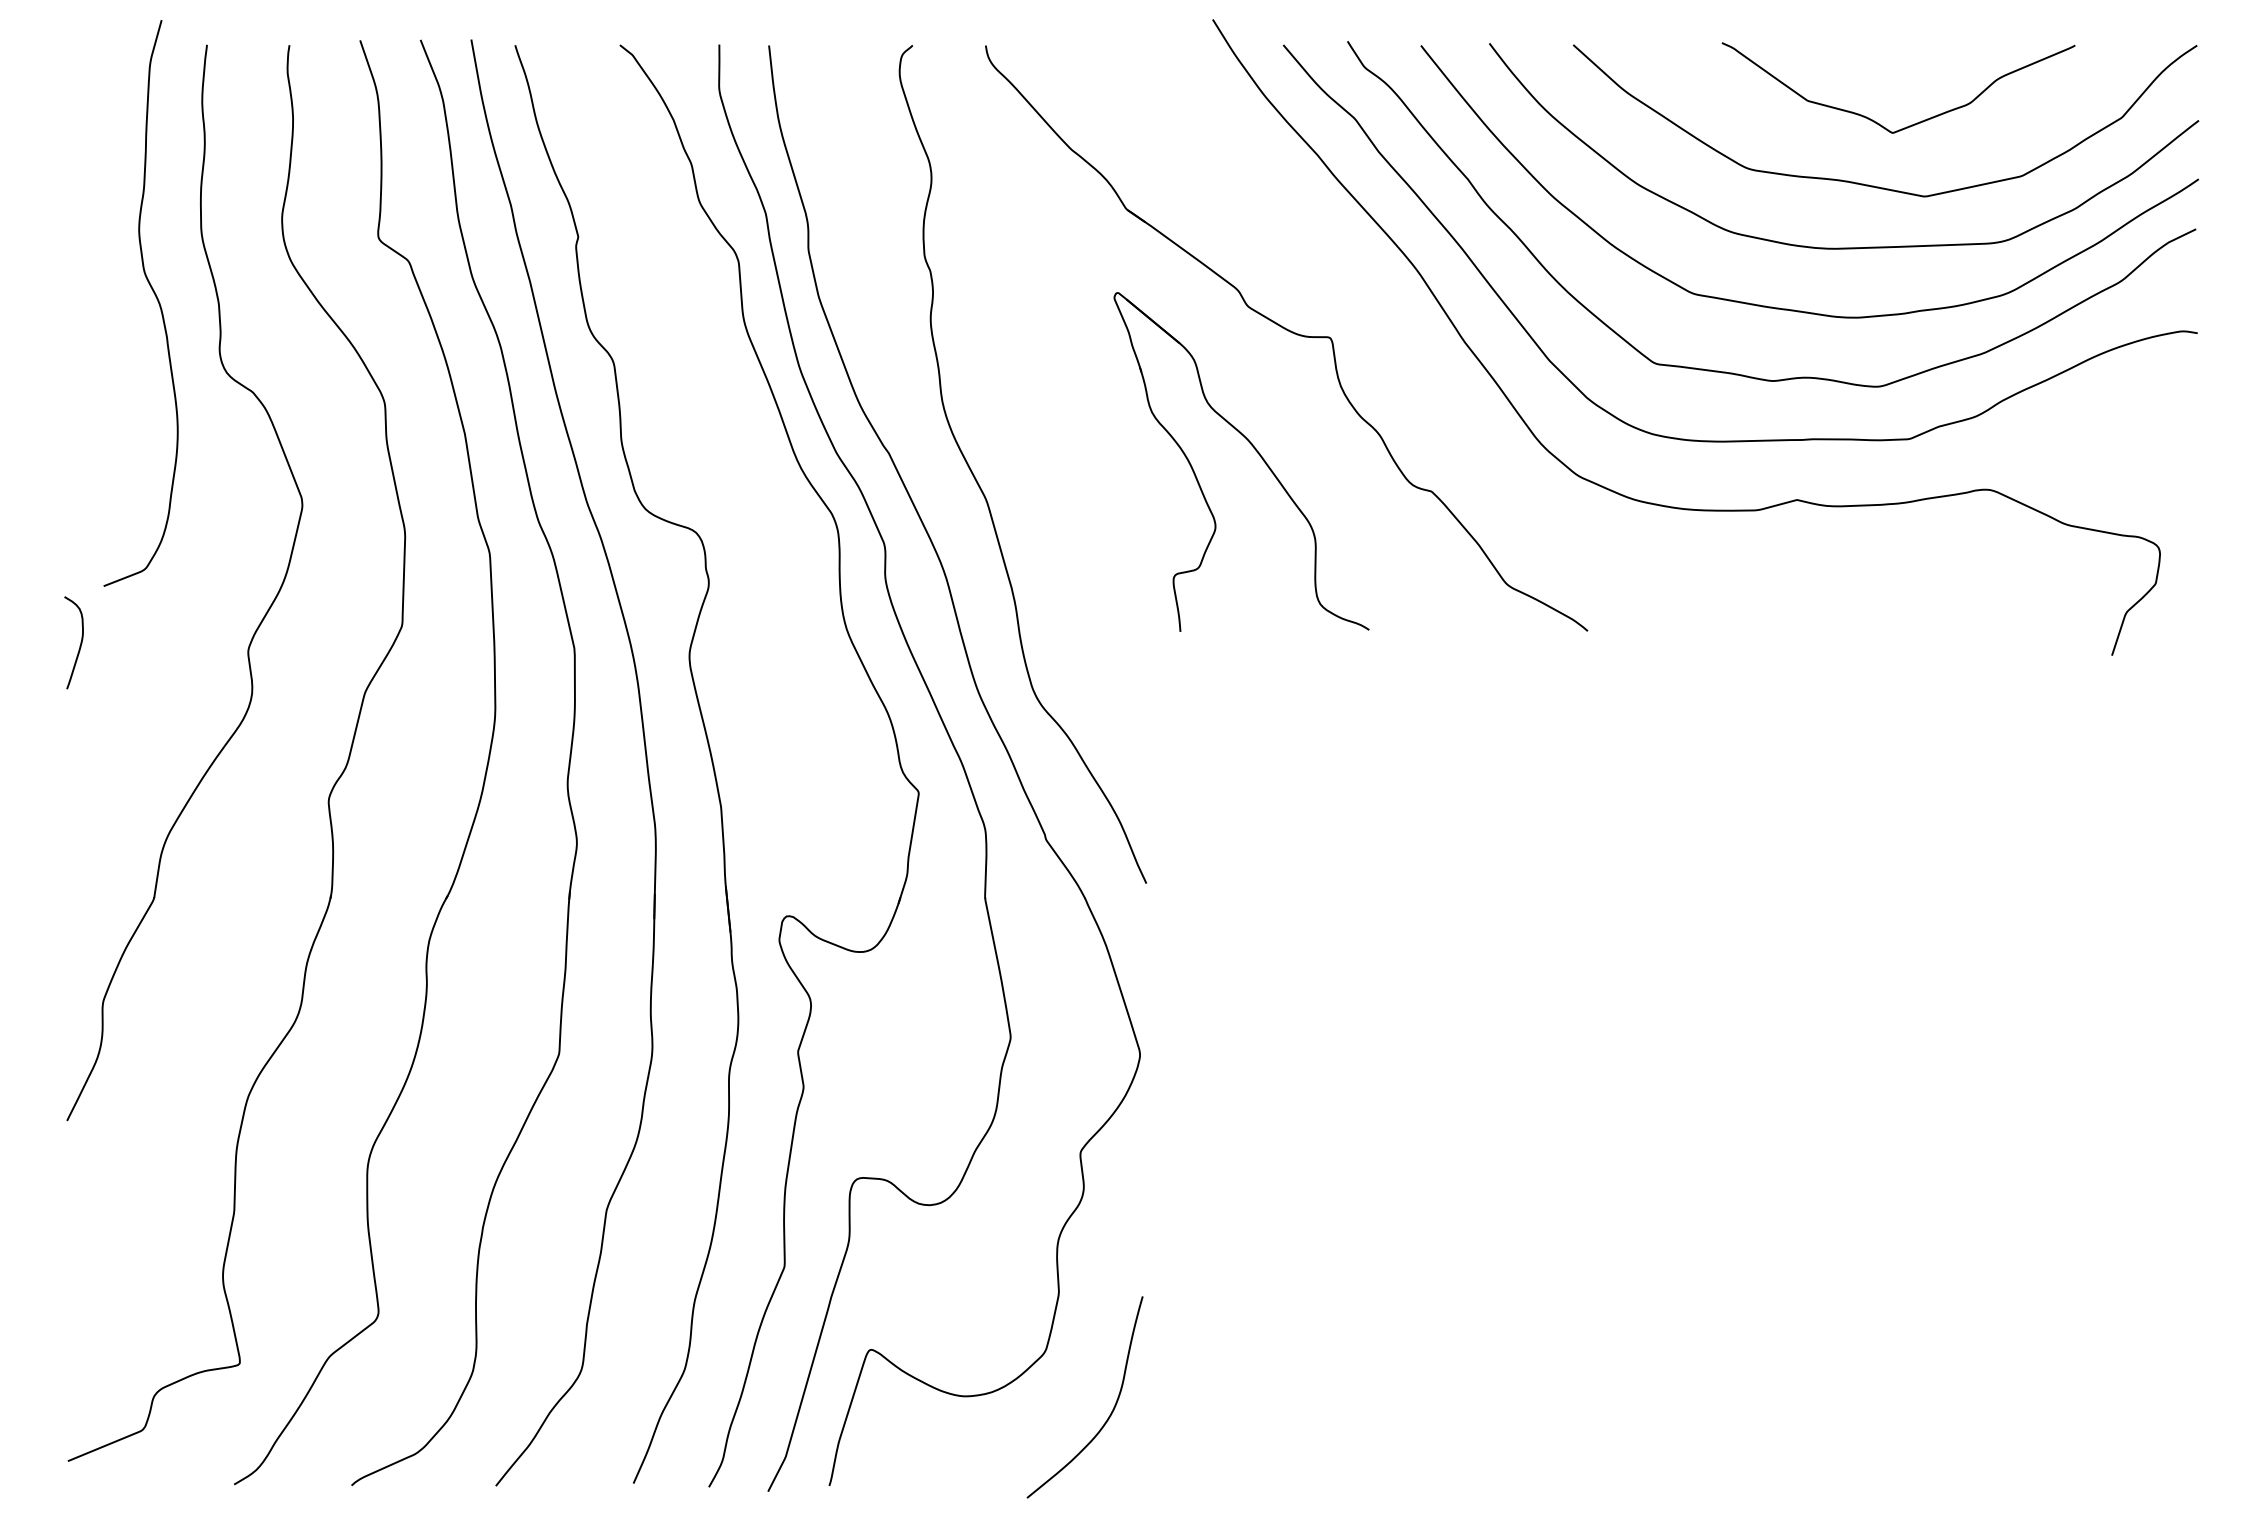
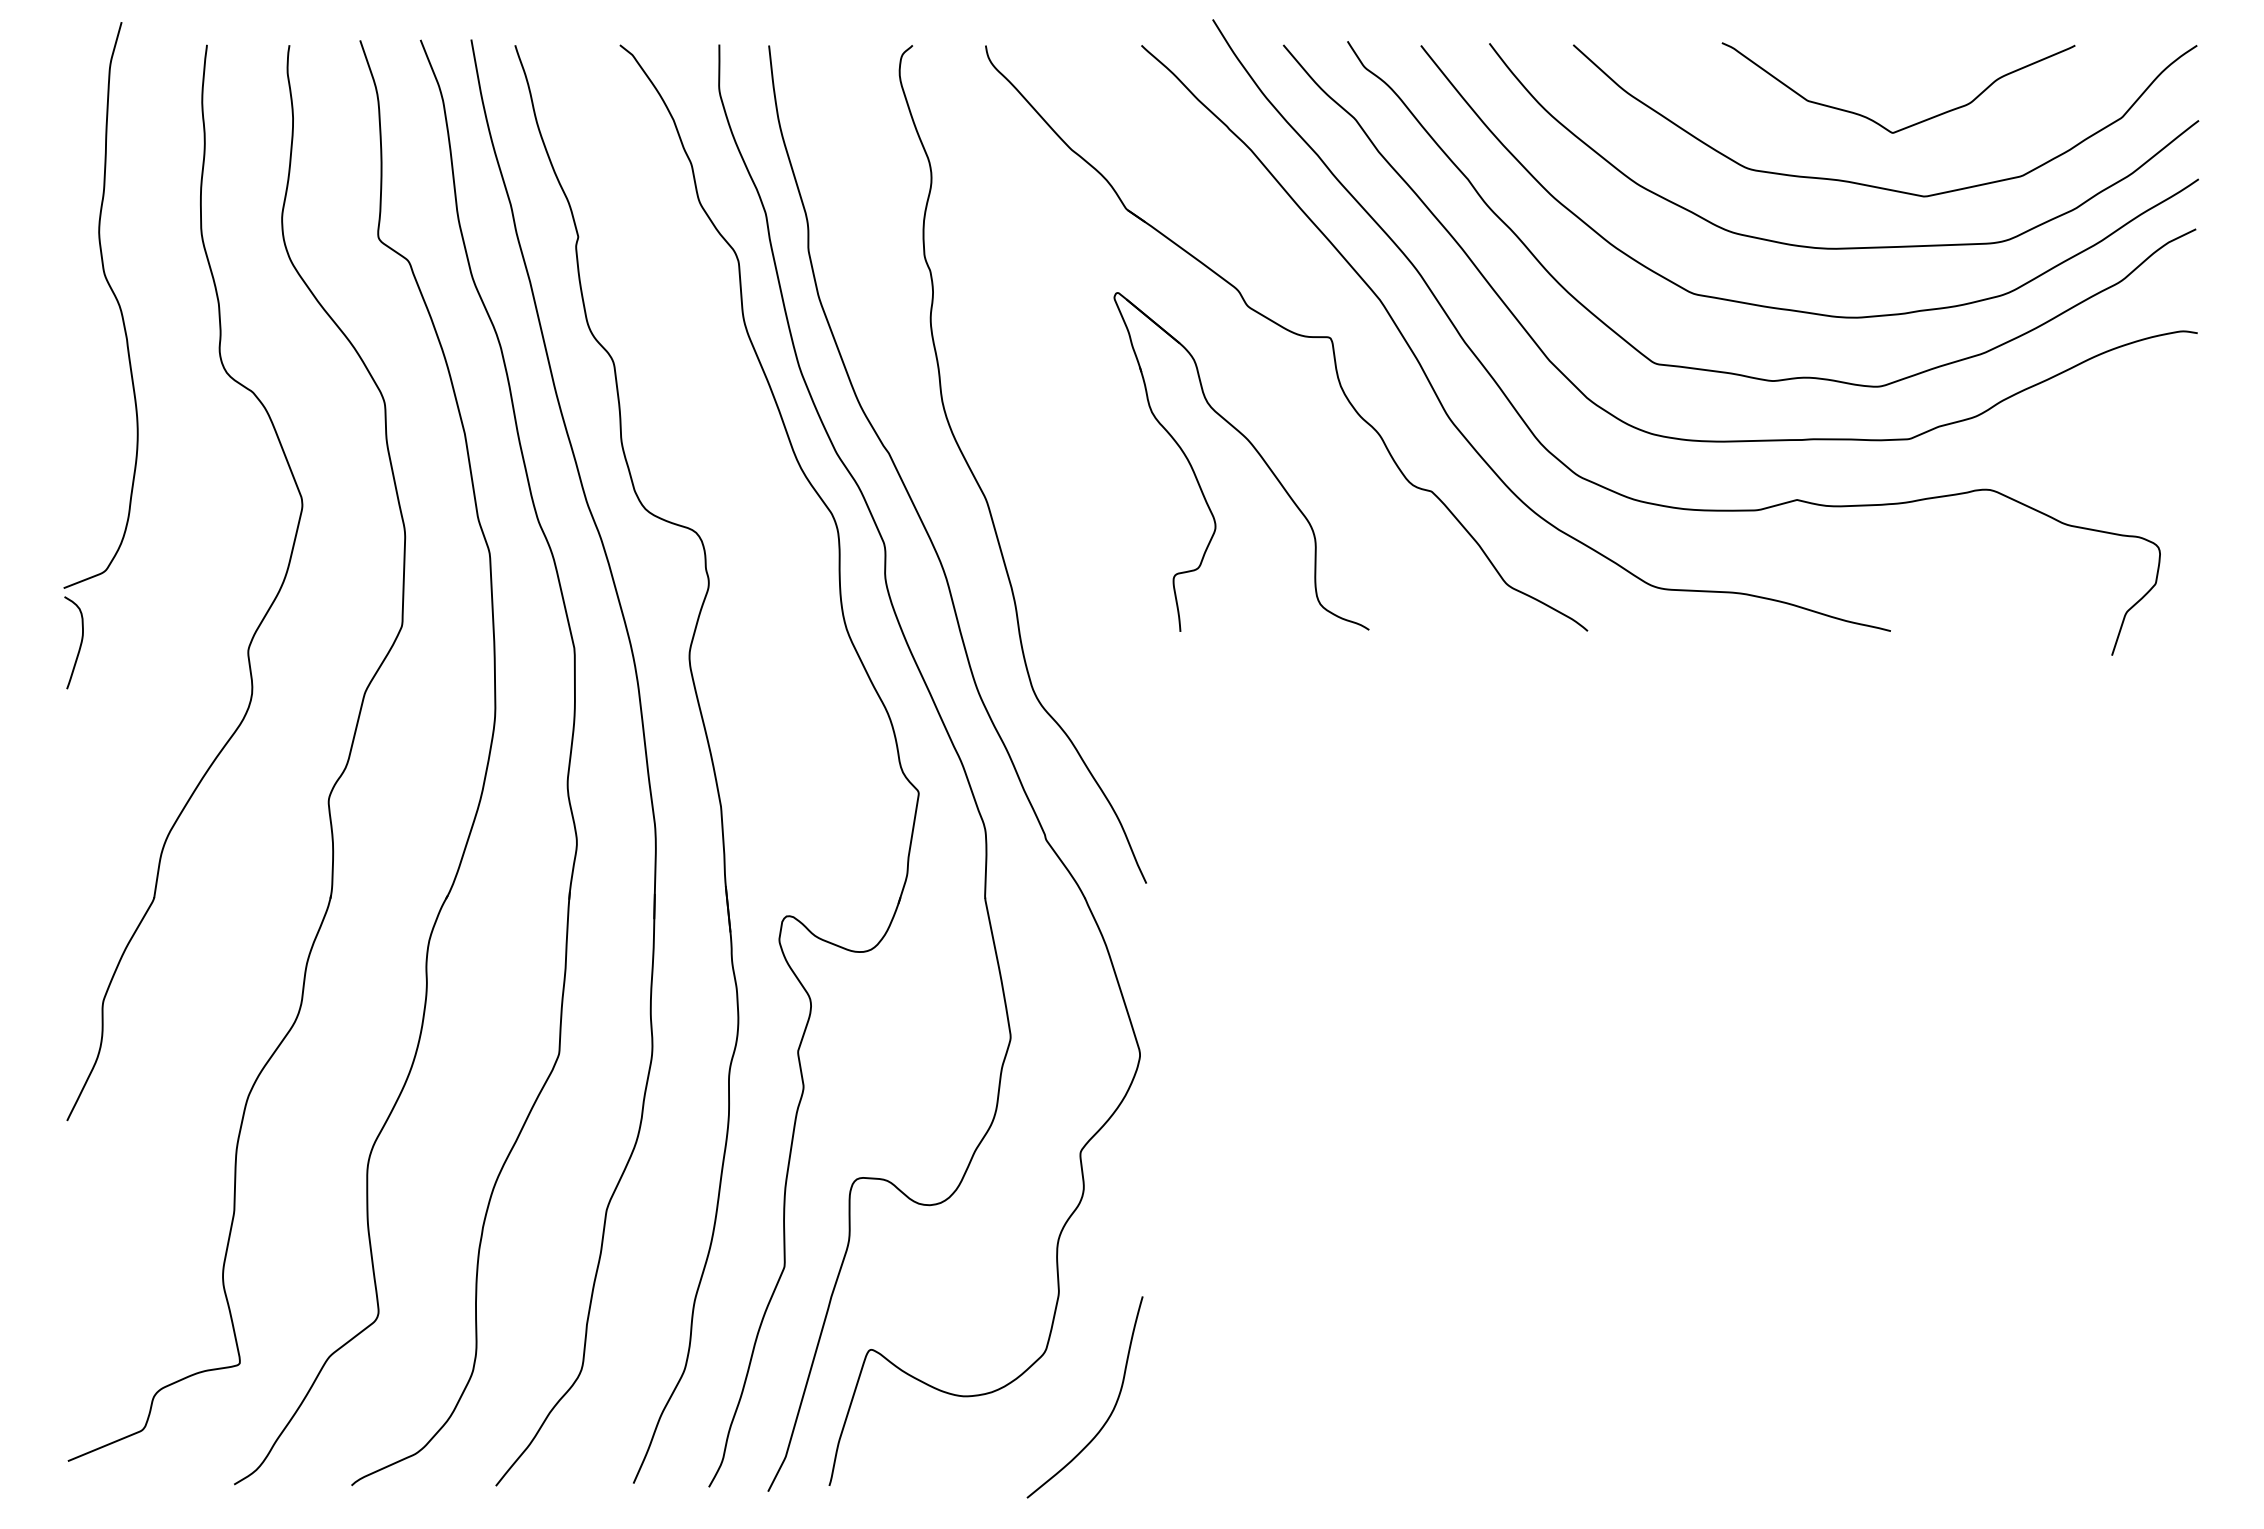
curve at (154, 295) position: (154, 295) -> (114, 297)
curve at (1430, 381): none -> present
